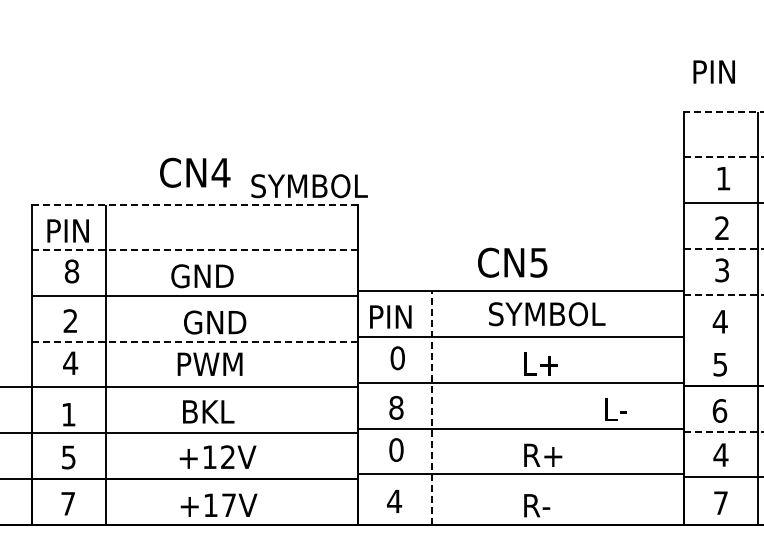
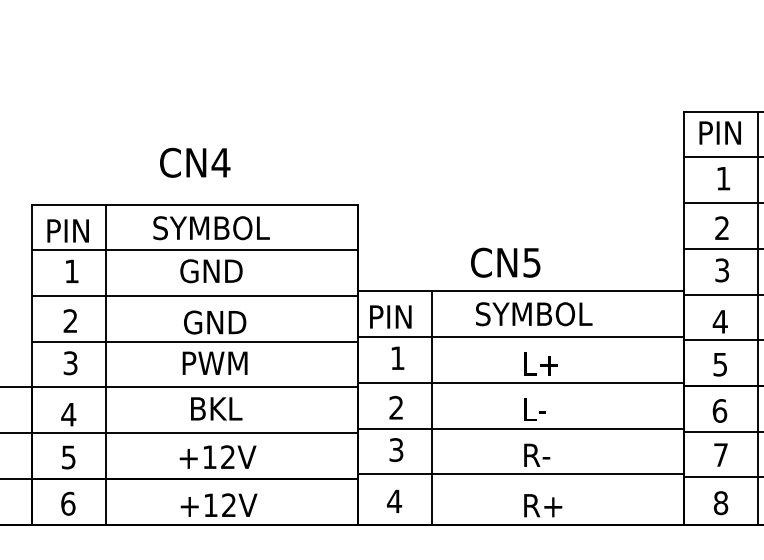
text at (713, 71) position: (713, 71) -> (719, 132)
line at (723, 111): dashed -> solid
line at (723, 157): dashed -> solid
text at (195, 172) position: (195, 172) -> (195, 162)
text at (309, 186) position: (309, 186) -> (211, 228)
line at (194, 204): dashed -> solid
line at (723, 248): dashed -> solid
line at (194, 250): dashed -> solid
text at (512, 262) position: (512, 262) -> (505, 262)
text at (71, 271): 8 -> 1
text at (202, 276) position: (202, 276) -> (211, 271)
line at (723, 294): dashed -> solid
text at (547, 314) position: (547, 314) -> (534, 314)
line at (721, 340): none -> present
line at (194, 341): dashed -> solid
text at (397, 358): 0 -> 1
text at (70, 363): 4 -> 3
text at (209, 363) position: (209, 363) -> (214, 362)
text at (396, 407): 8 -> 2
line at (432, 407): dashed -> solid
text at (615, 409) position: (615, 409) -> (534, 409)
text at (208, 411) position: (208, 411) -> (216, 408)
text at (68, 414): 1 -> 4
line at (723, 431): dashed -> solid
text at (396, 449): 0 -> 3
text at (720, 454): 4 -> 7
text at (552, 456): R+ -> R-
text at (68, 503): 7 -> 6
text at (721, 503): 7 -> 8
text at (228, 504): +17V -> +12V
text at (552, 507): R- -> R+
